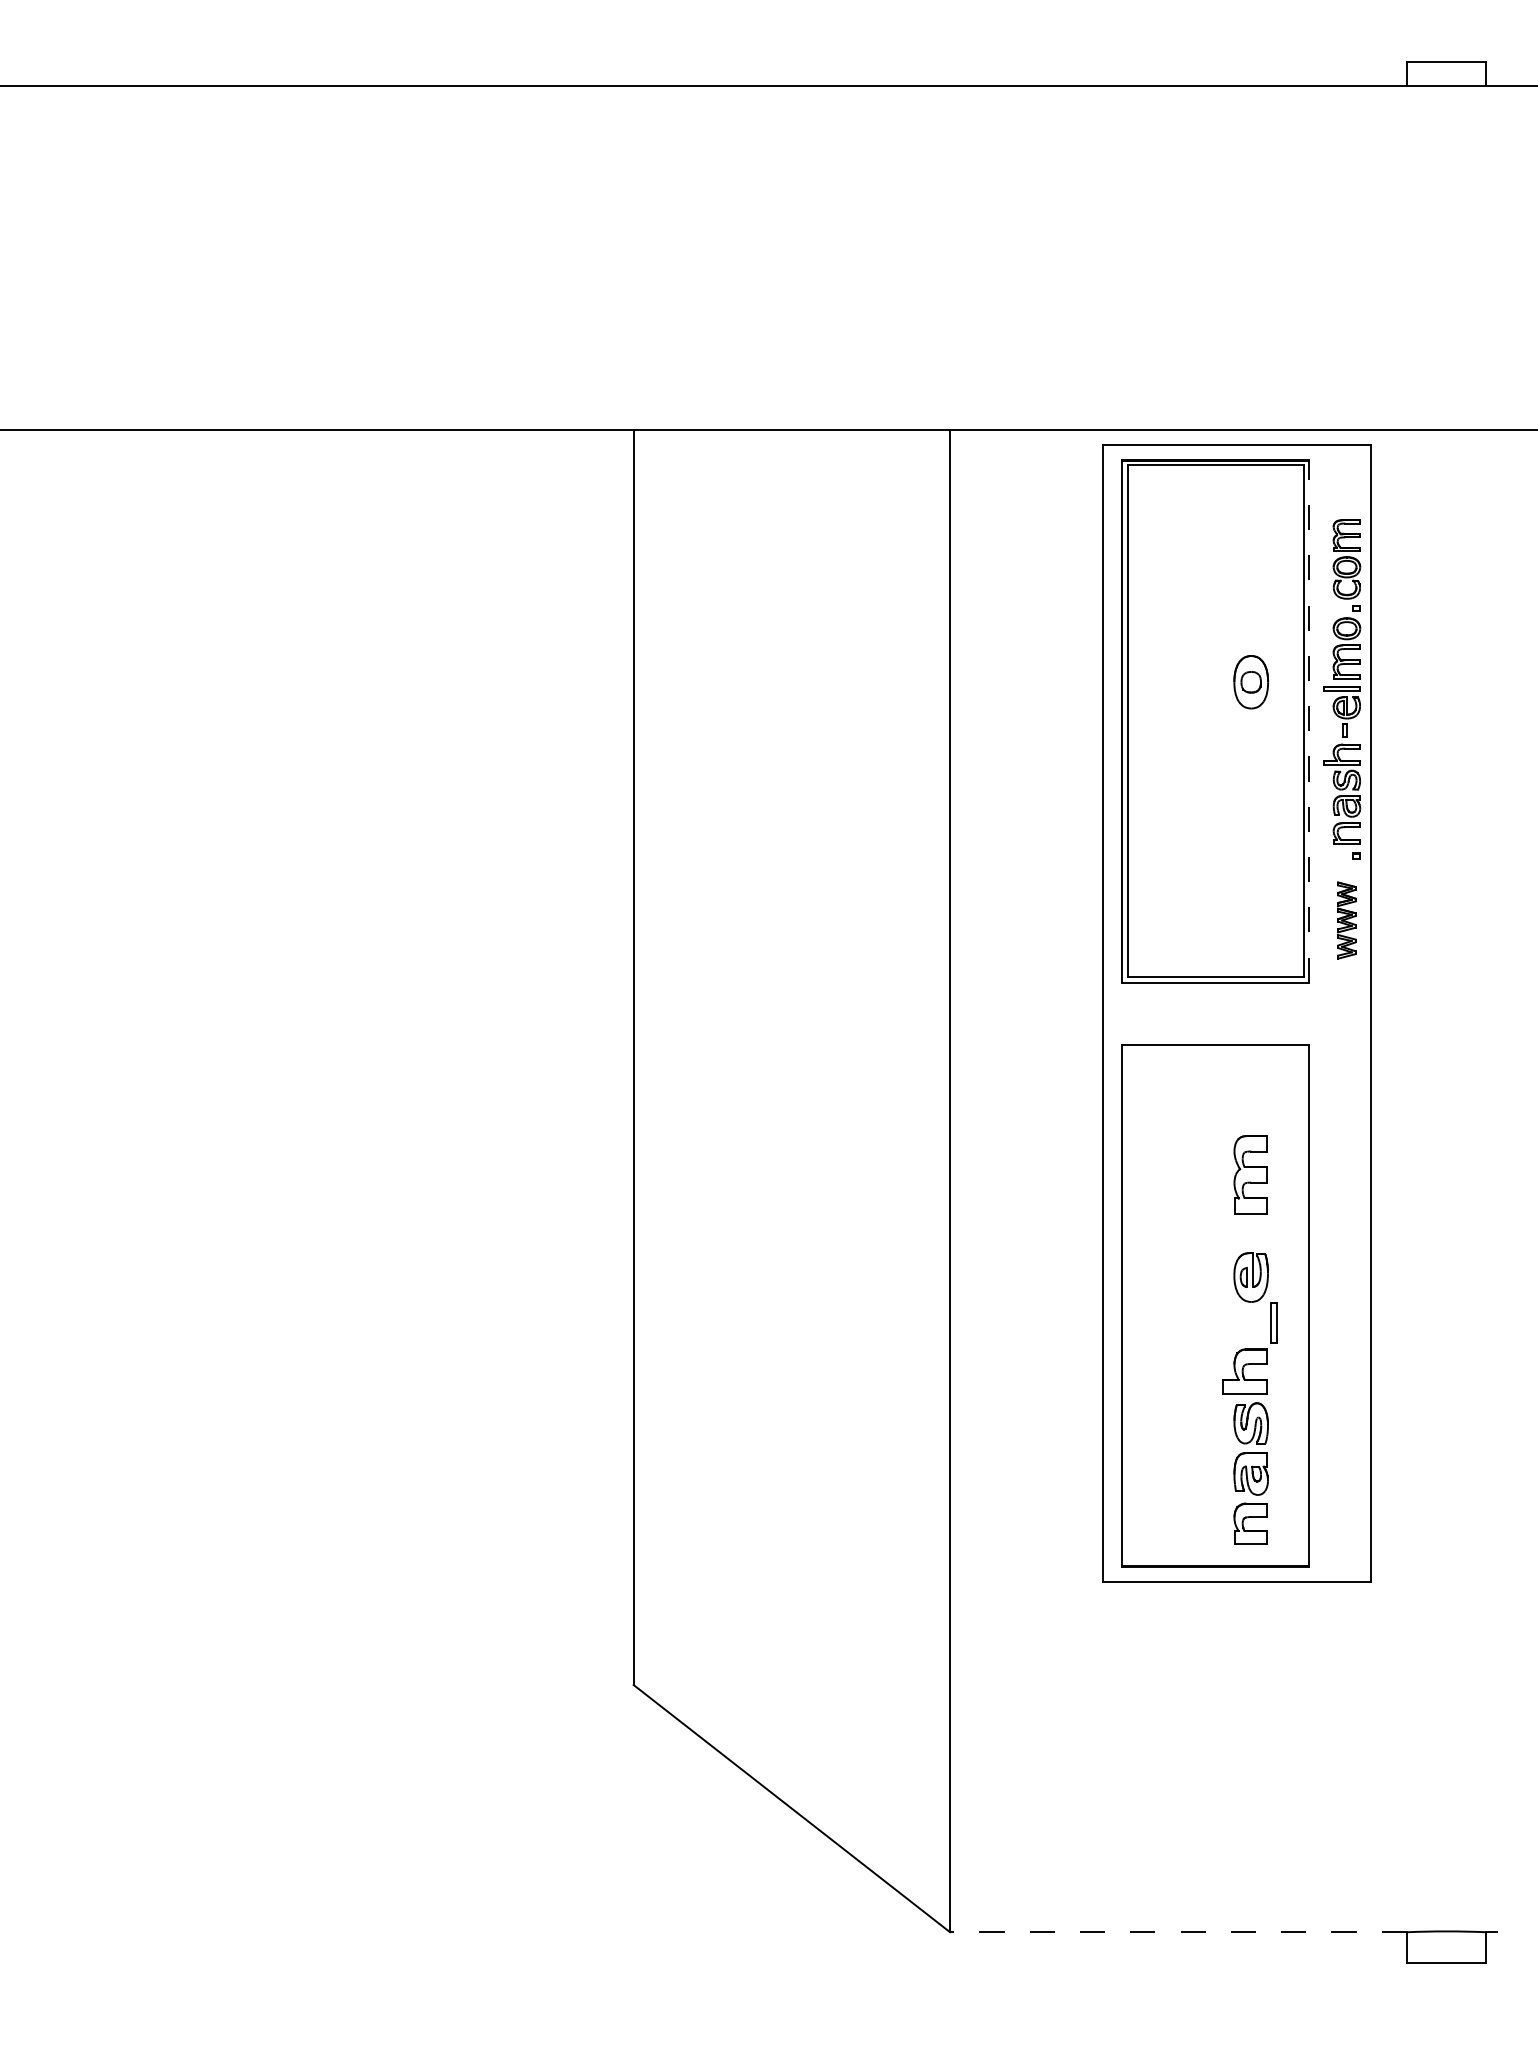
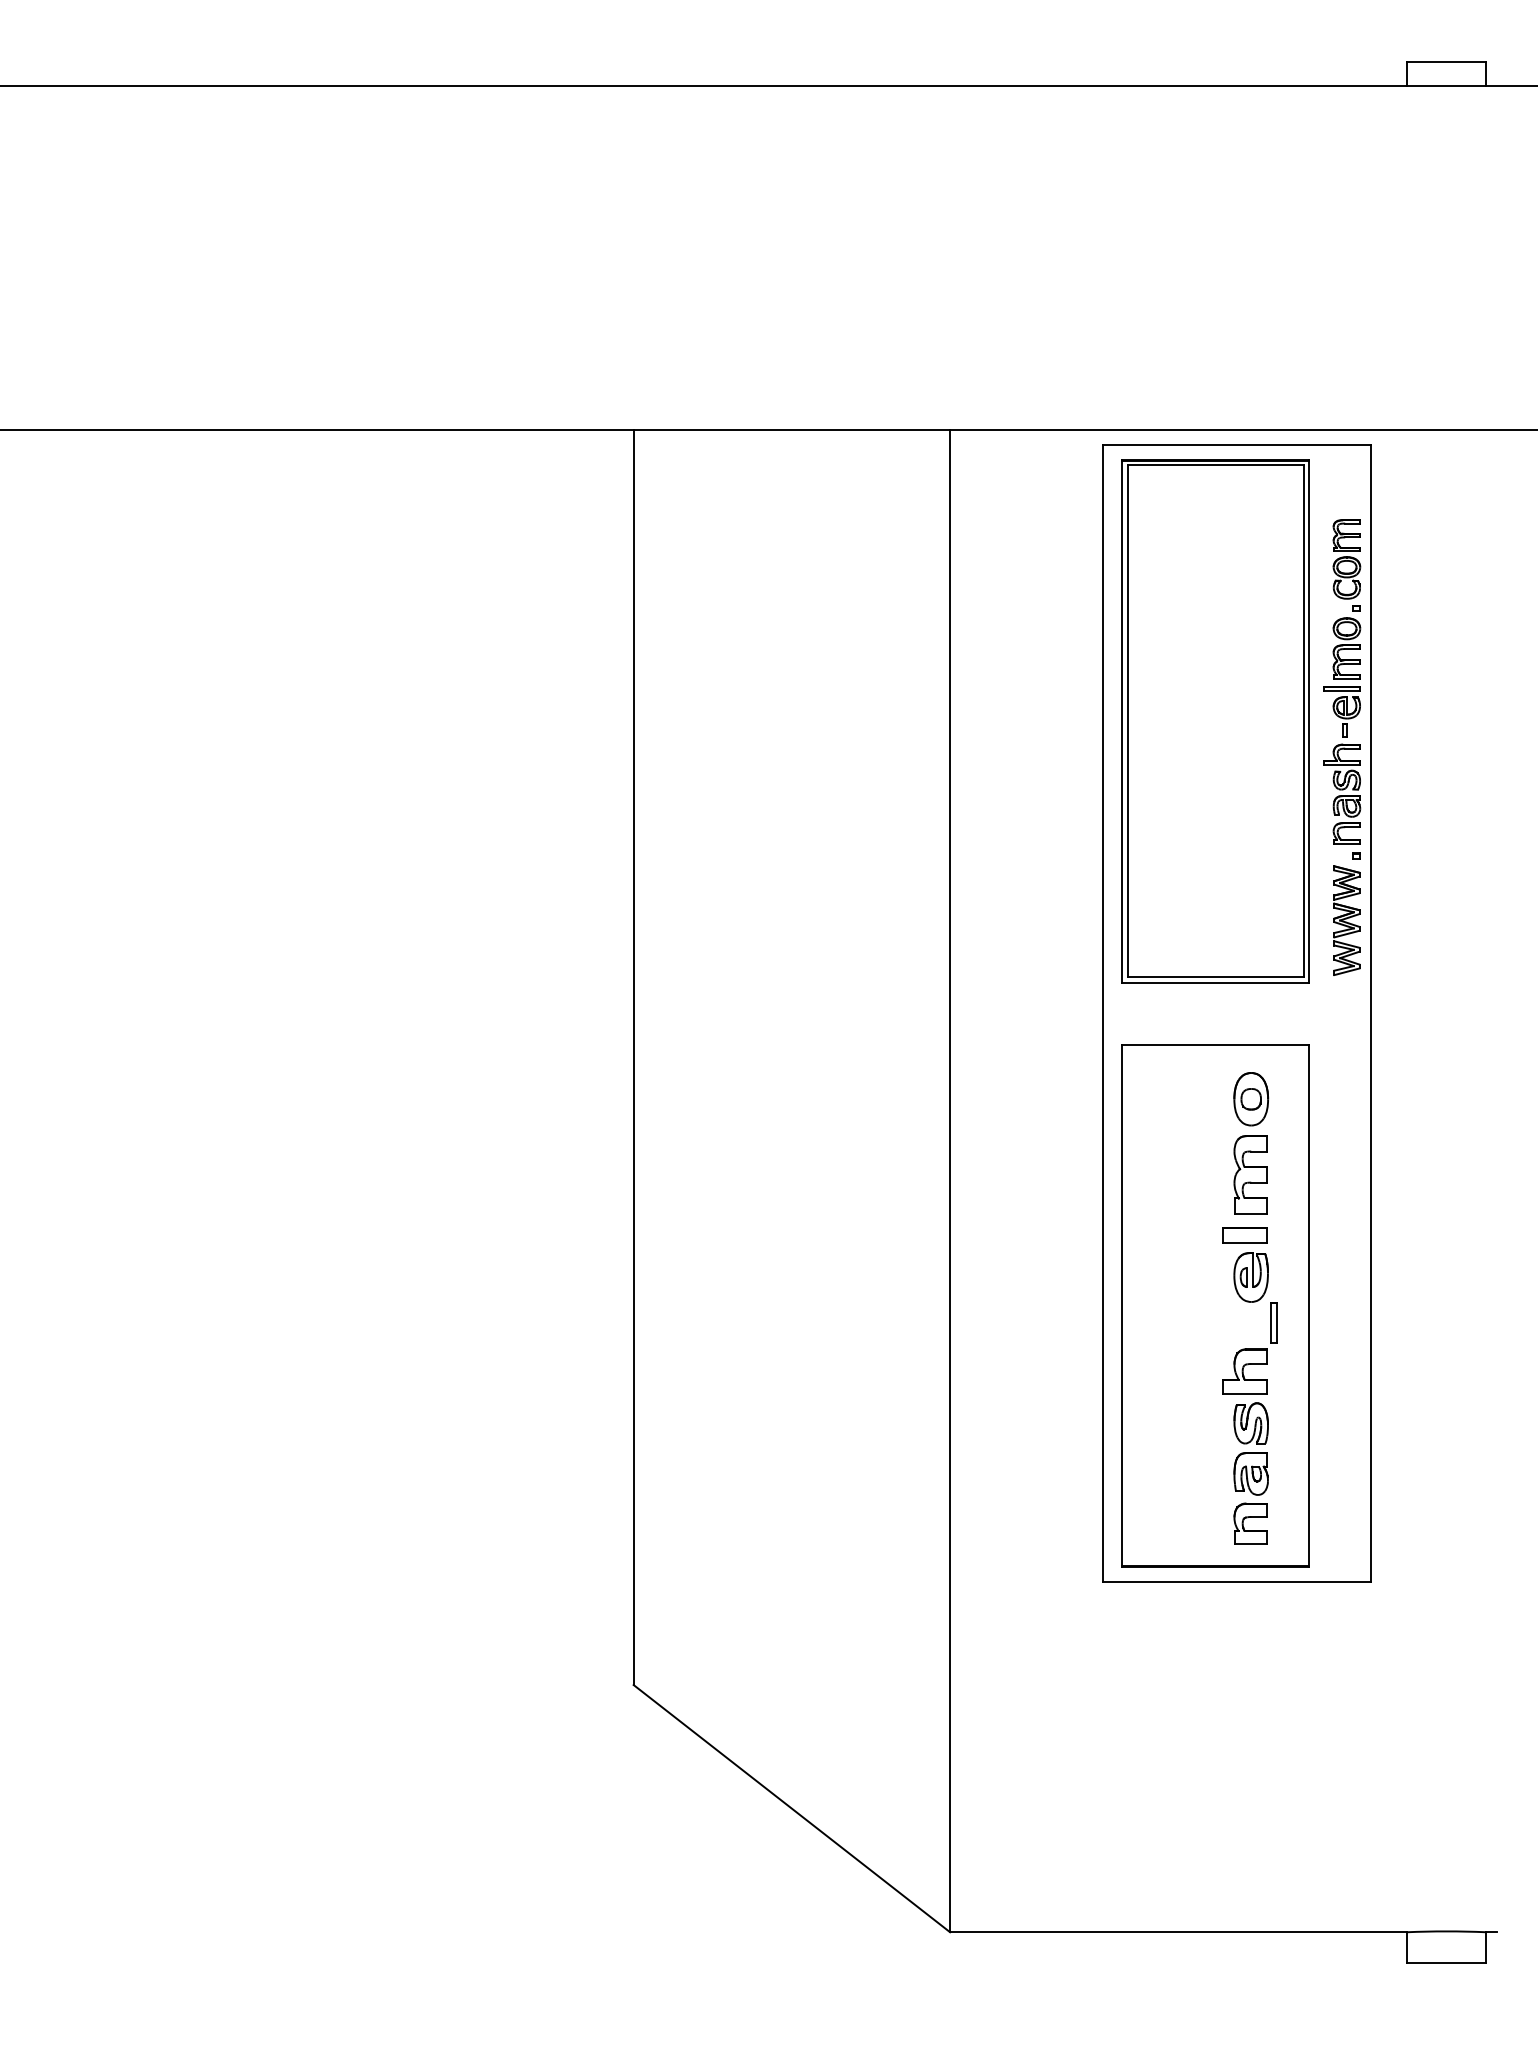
part at (1251, 682) position: (1251, 682) -> (1251, 1099)
line at (1309, 721): dashed -> solid
part at (1346, 920) size: 20x79 px -> 28x111 px
part at (1244, 1235): none -> present
line at (1177, 1932): dashed -> solid
